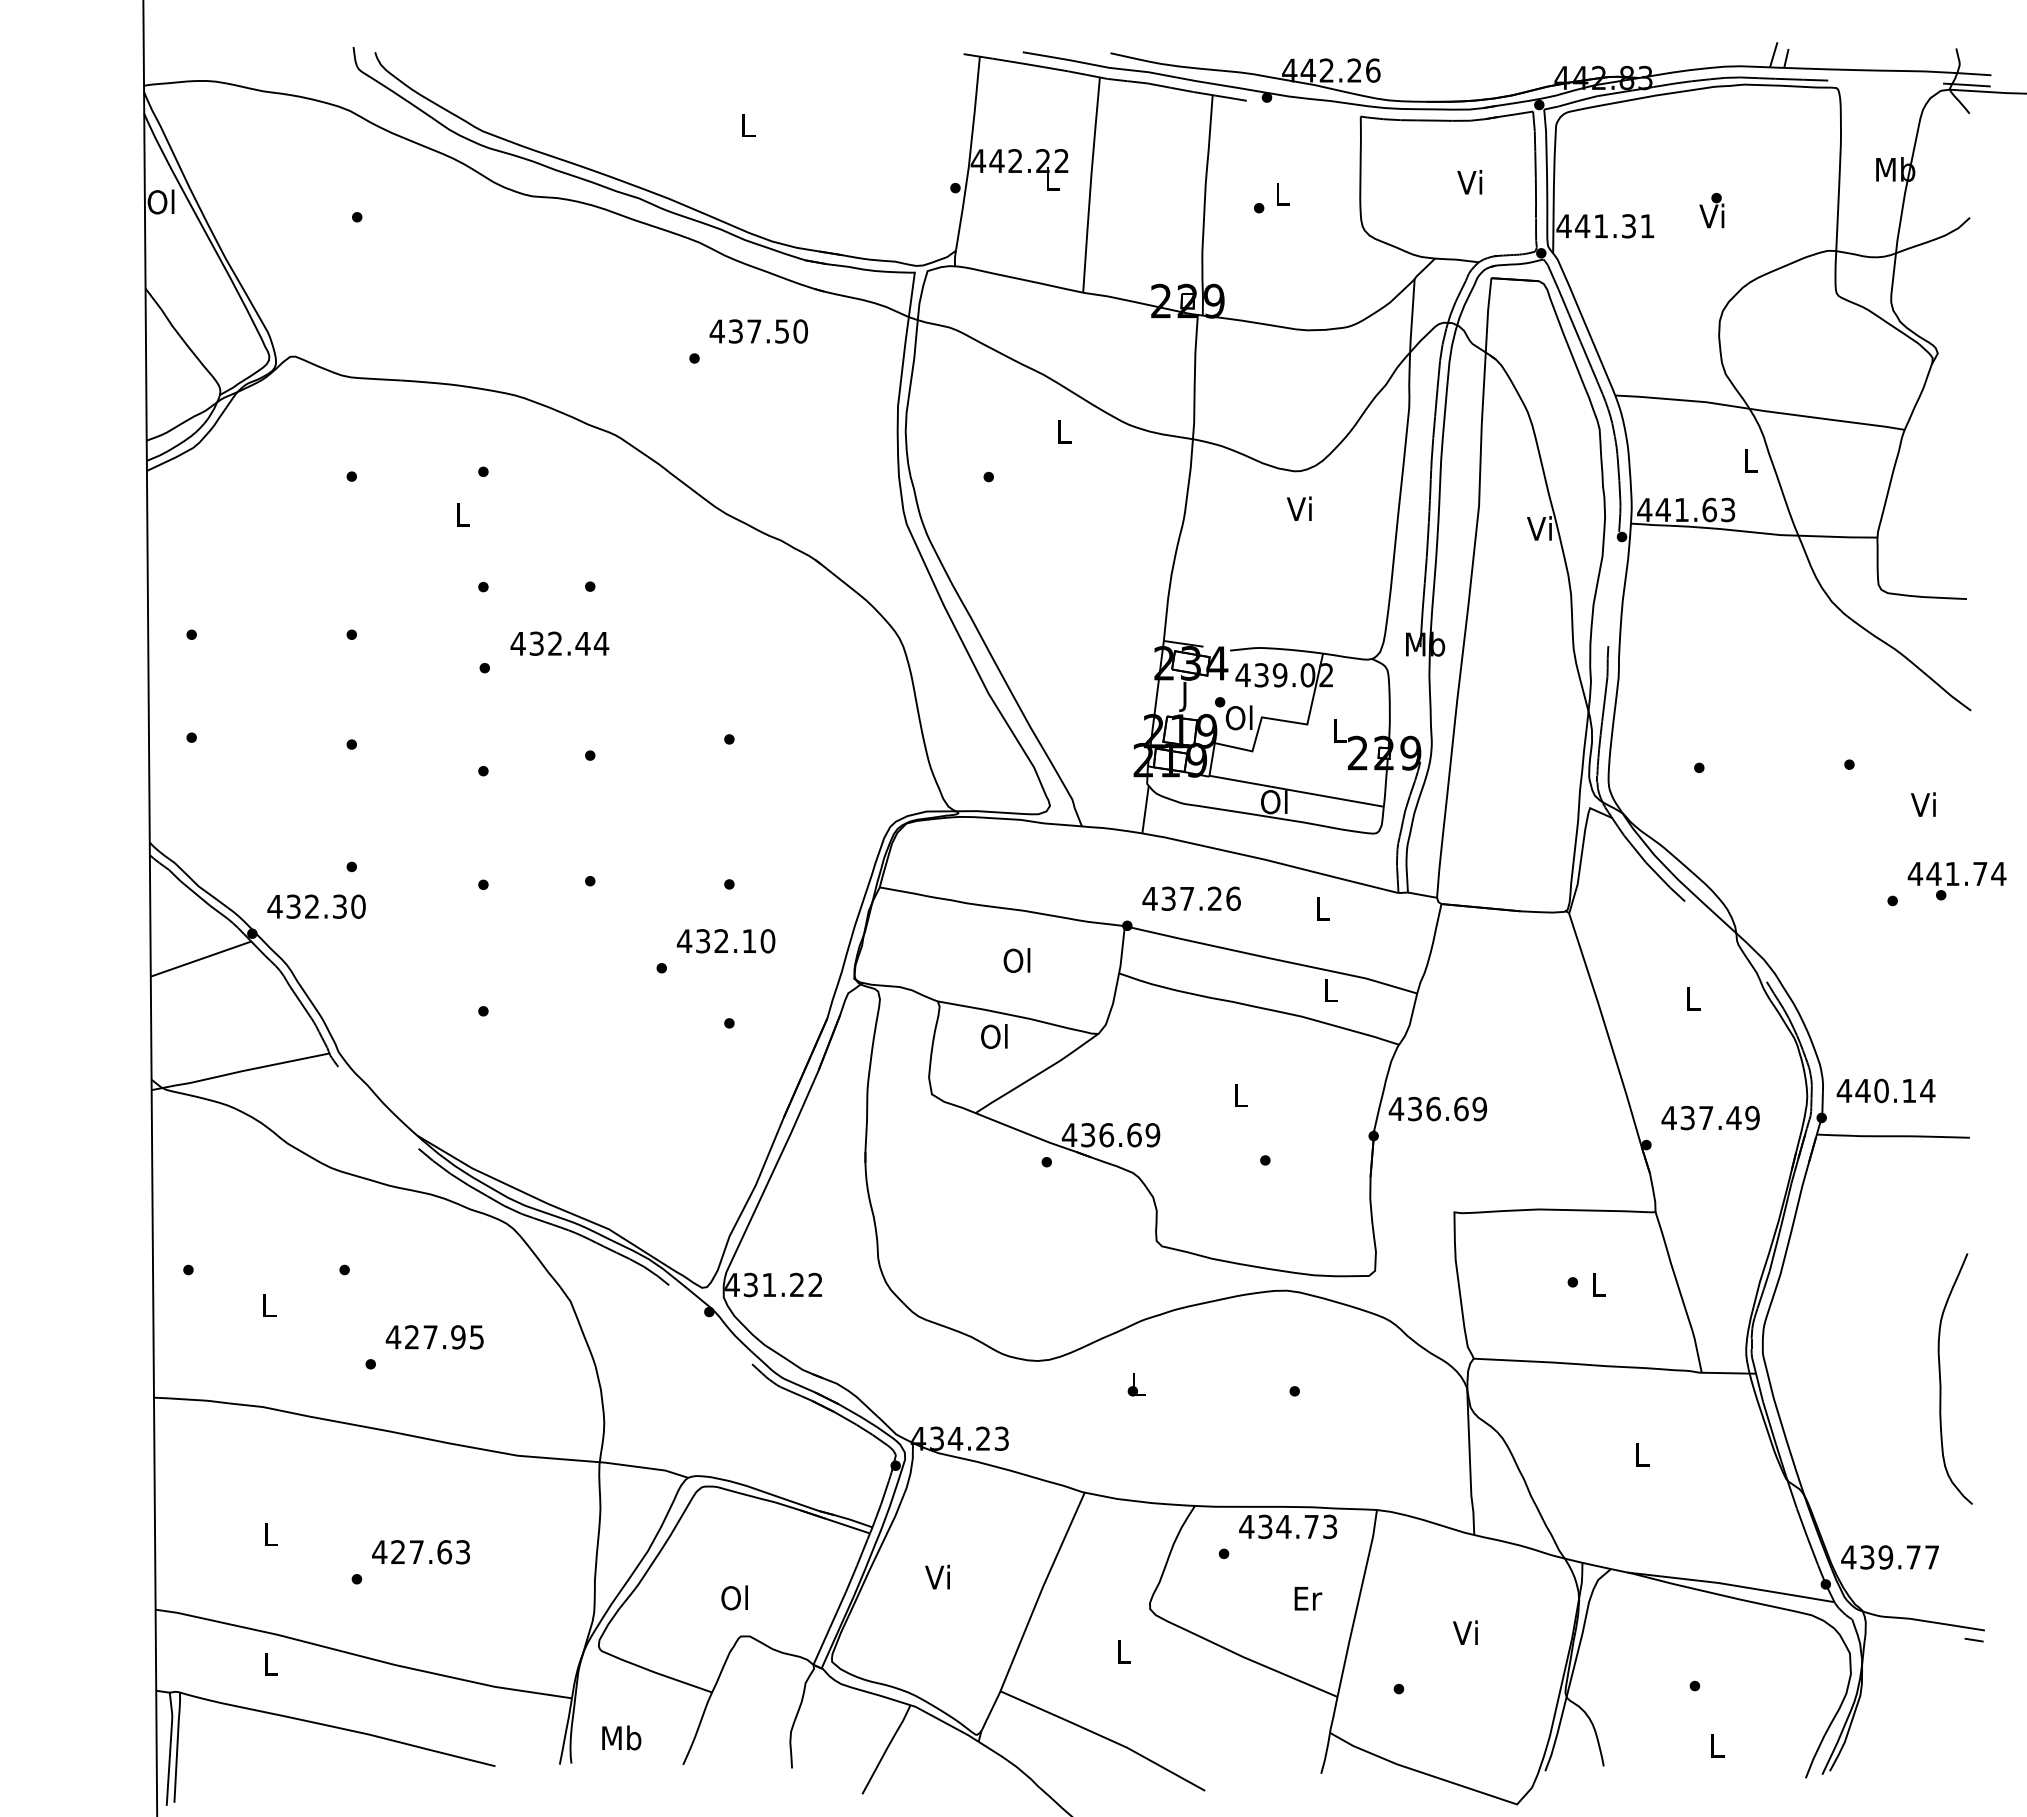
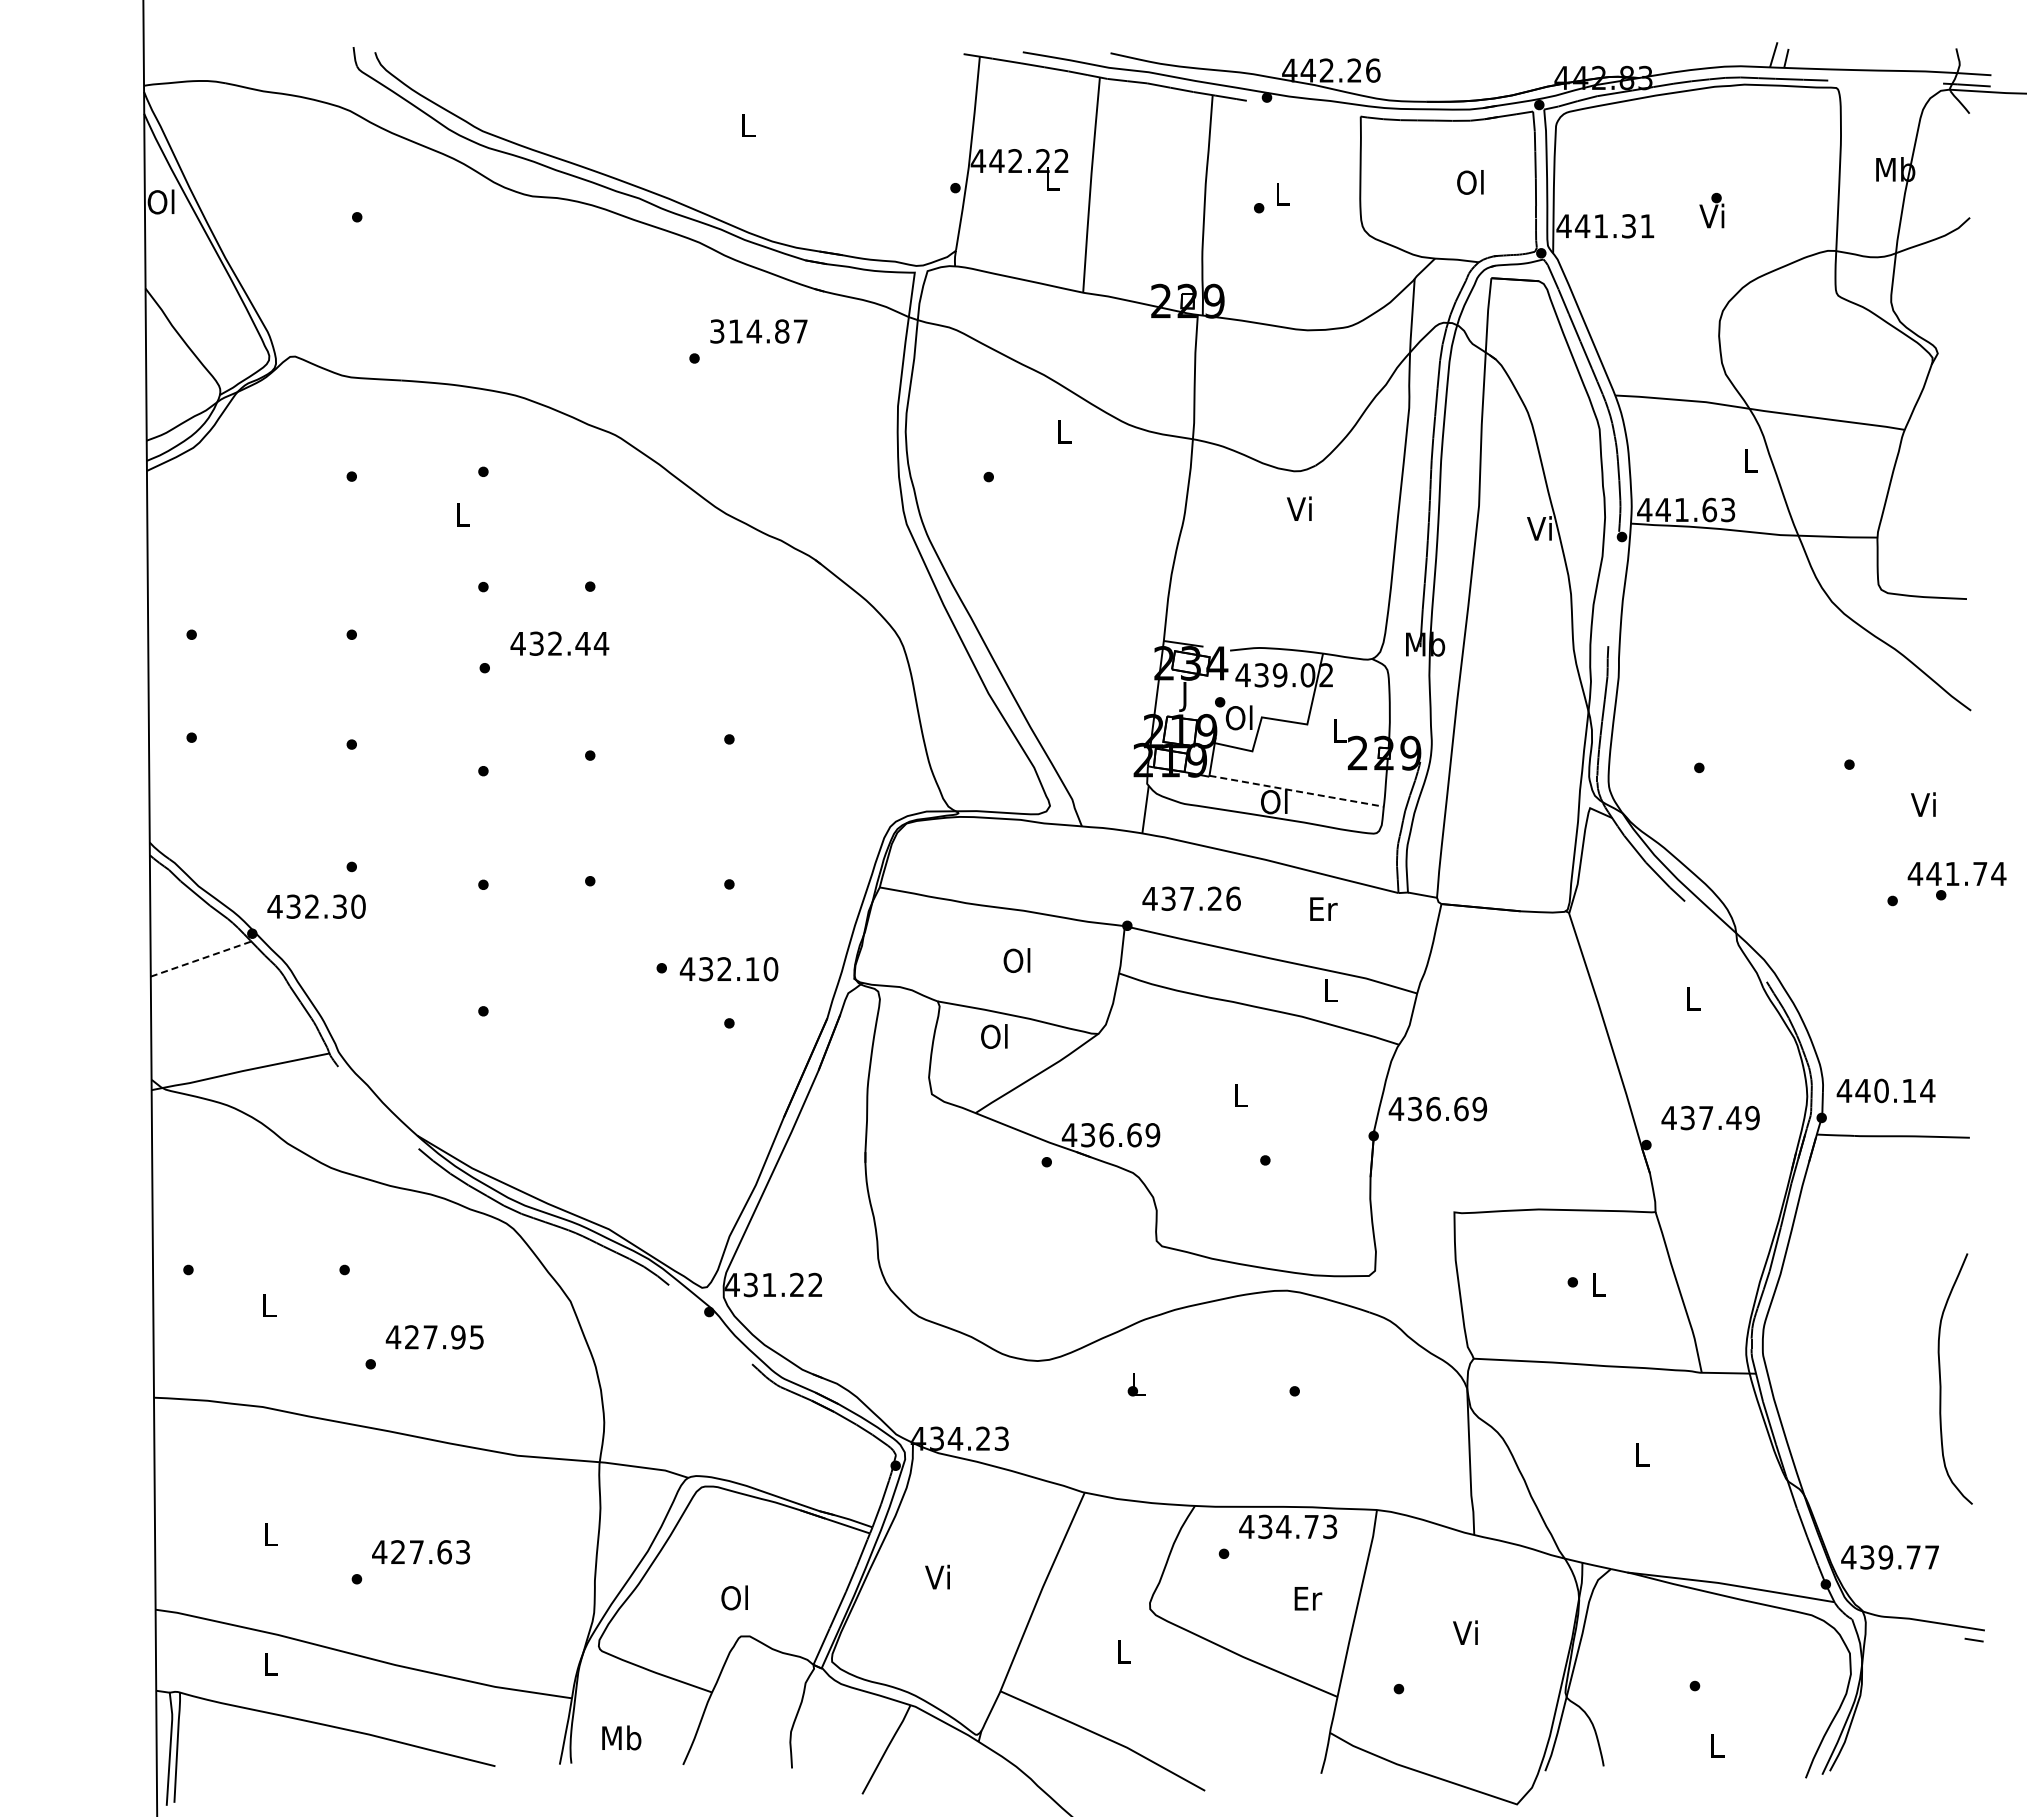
text at (1470, 182): Vi -> Ol
text at (758, 331): 437.50 -> 314.87
line at (1296, 791): solid -> dashed
text at (1323, 908): L -> Er
text at (725, 941) position: (725, 941) -> (728, 969)
line at (200, 959): solid -> dashed
